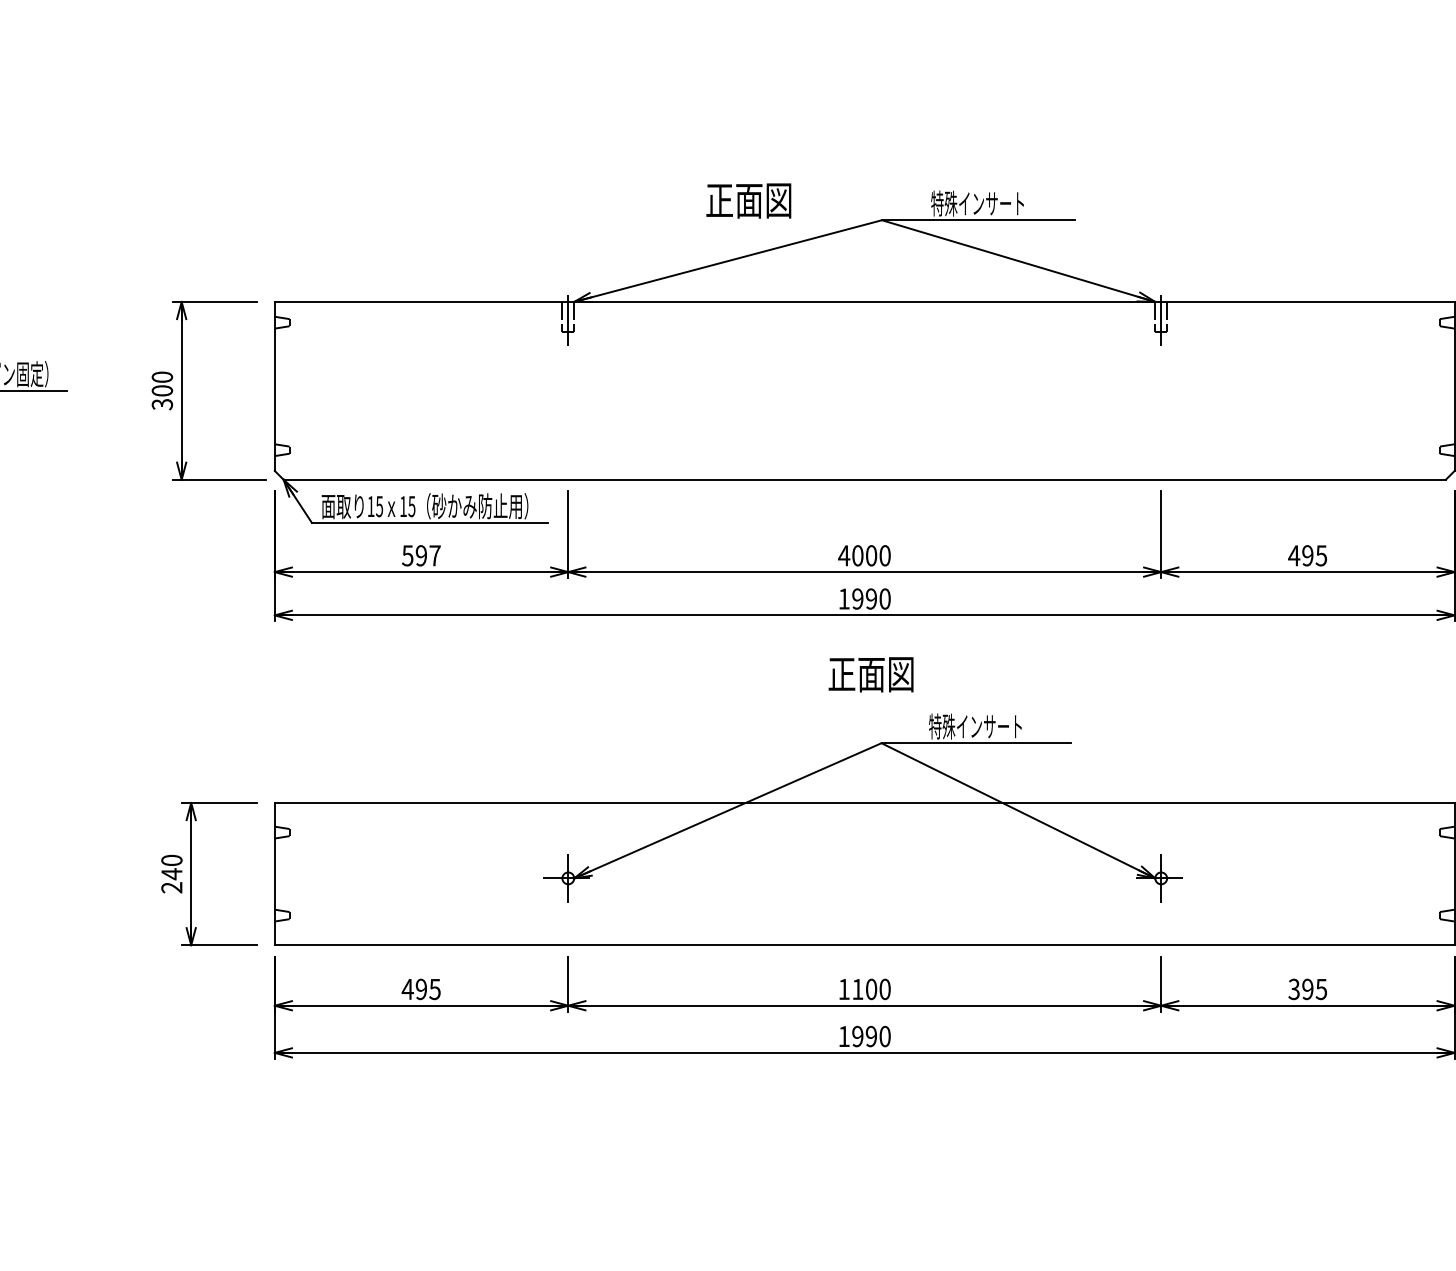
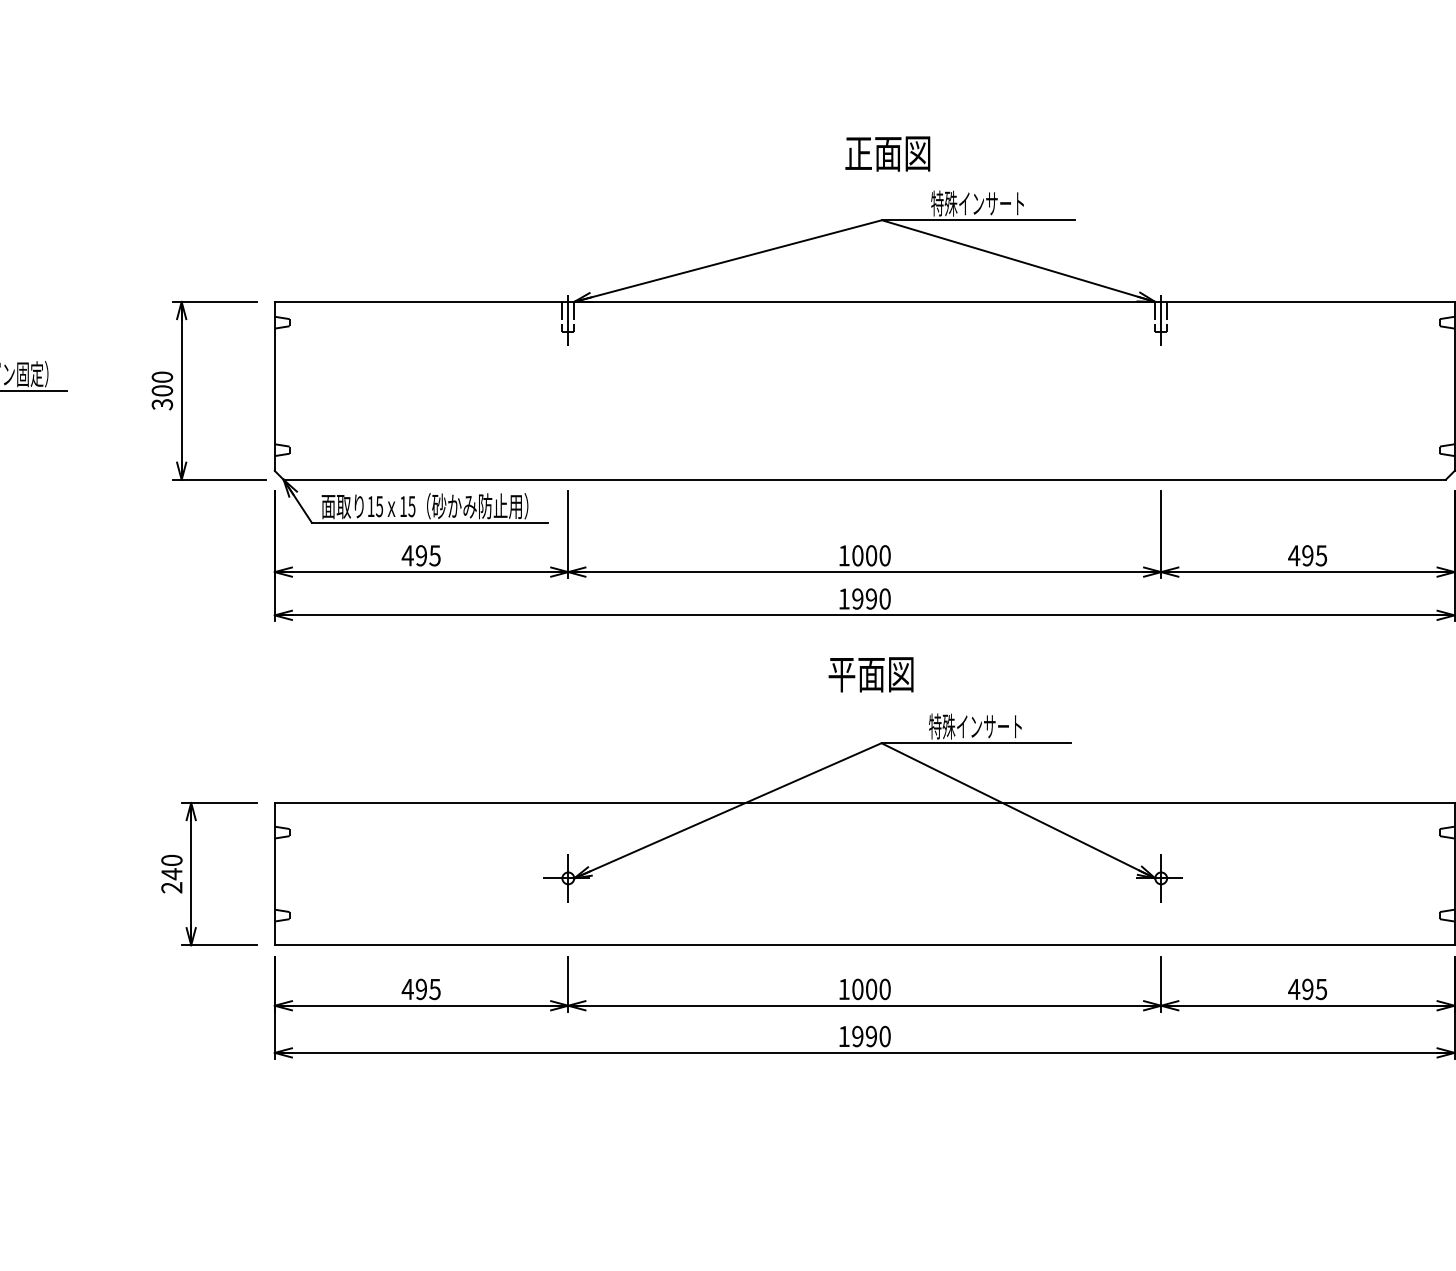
text at (748, 200) position: (748, 200) -> (887, 153)
text at (420, 555): 597 -> 495
text at (844, 555): 4000 -> 1000
text at (841, 675): 正面図 -> 平面図
text at (857, 989): 1100 -> 1000
text at (1294, 989): 395 -> 495
